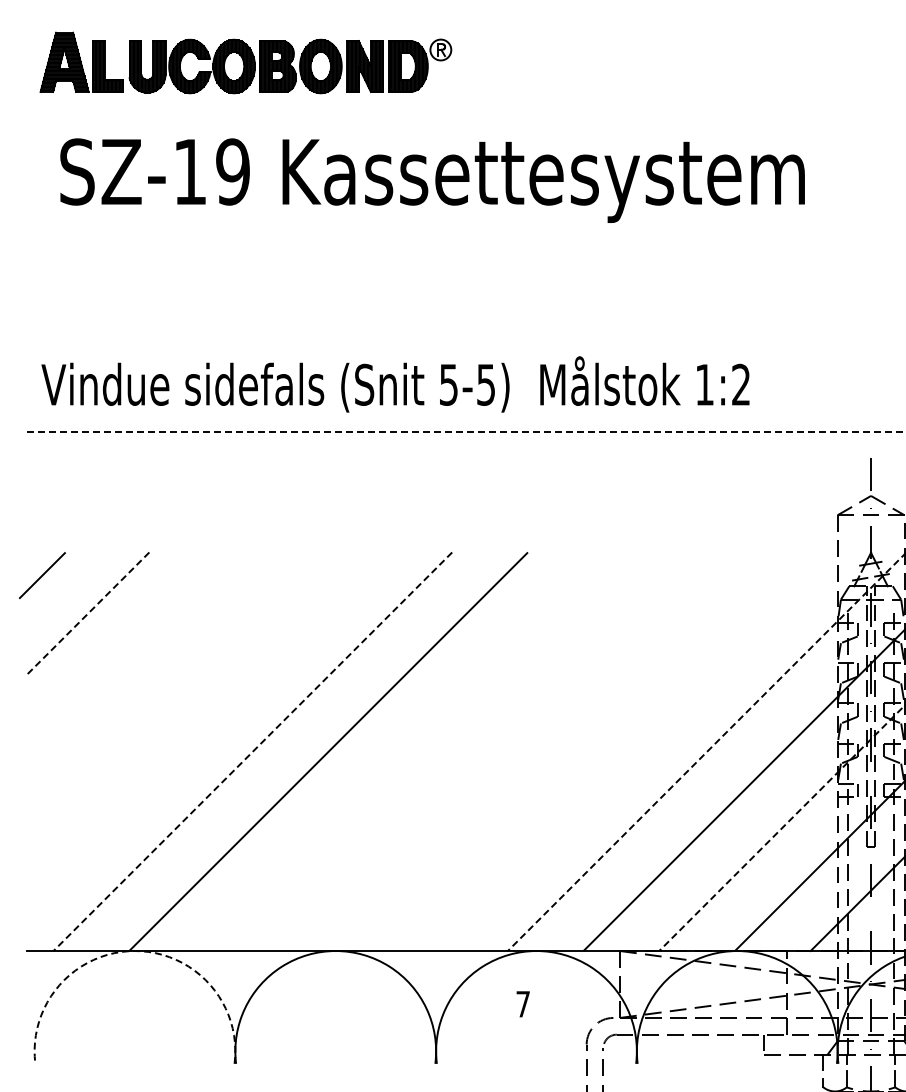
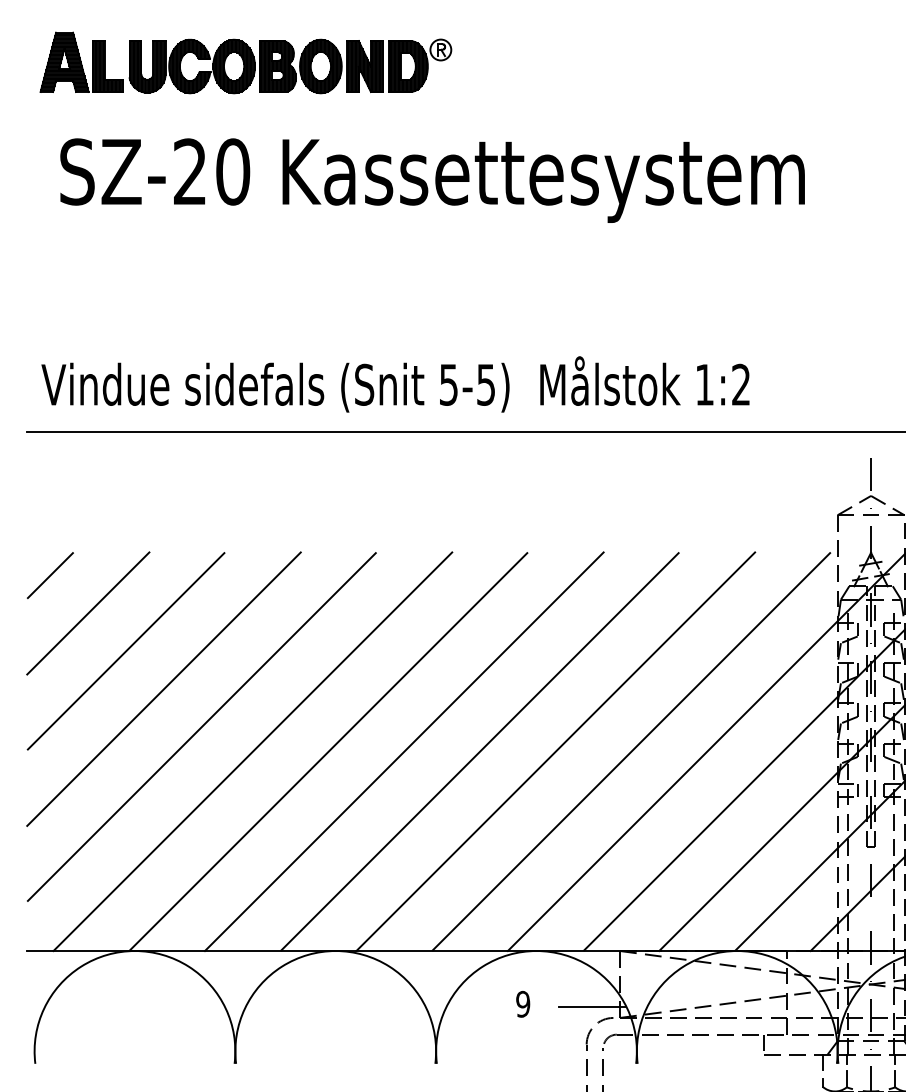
text at (212, 171): SZ-19 -> SZ-20
line at (467, 432): dashed -> solid
line at (41, 575) position: (41, 575) -> (49, 575)
line at (87, 613): dashed -> solid
line at (126, 651): none -> present
line at (163, 688): none -> present
line at (201, 726): none -> present
line at (252, 751): dashed -> solid
line at (403, 751): none -> present
line at (479, 751): none -> present
line at (555, 751): none -> present
line at (631, 751): none -> present
line at (706, 752): dashed -> solid
line at (782, 828): dashed -> solid
arc at (134, 951): dashed -> solid
text at (523, 1003): 7 -> 9
line at (592, 1007): none -> present
